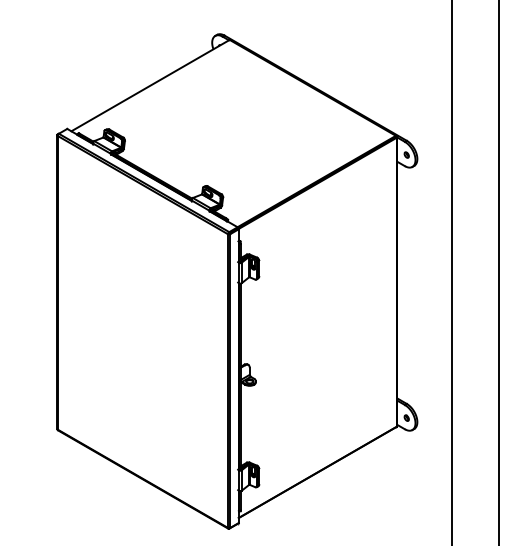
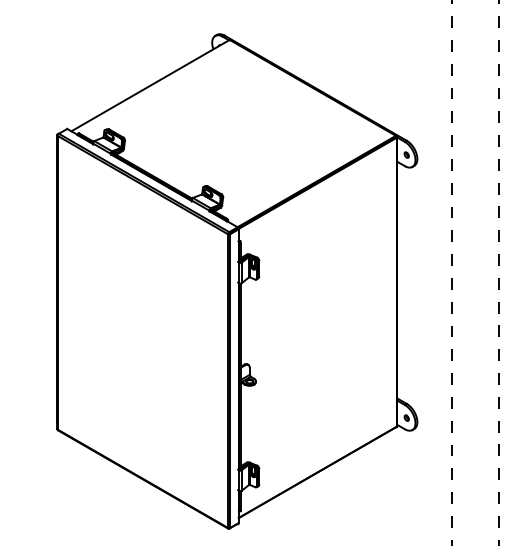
line at (498, 272): solid -> dashed
line at (451, 273): solid -> dashed
